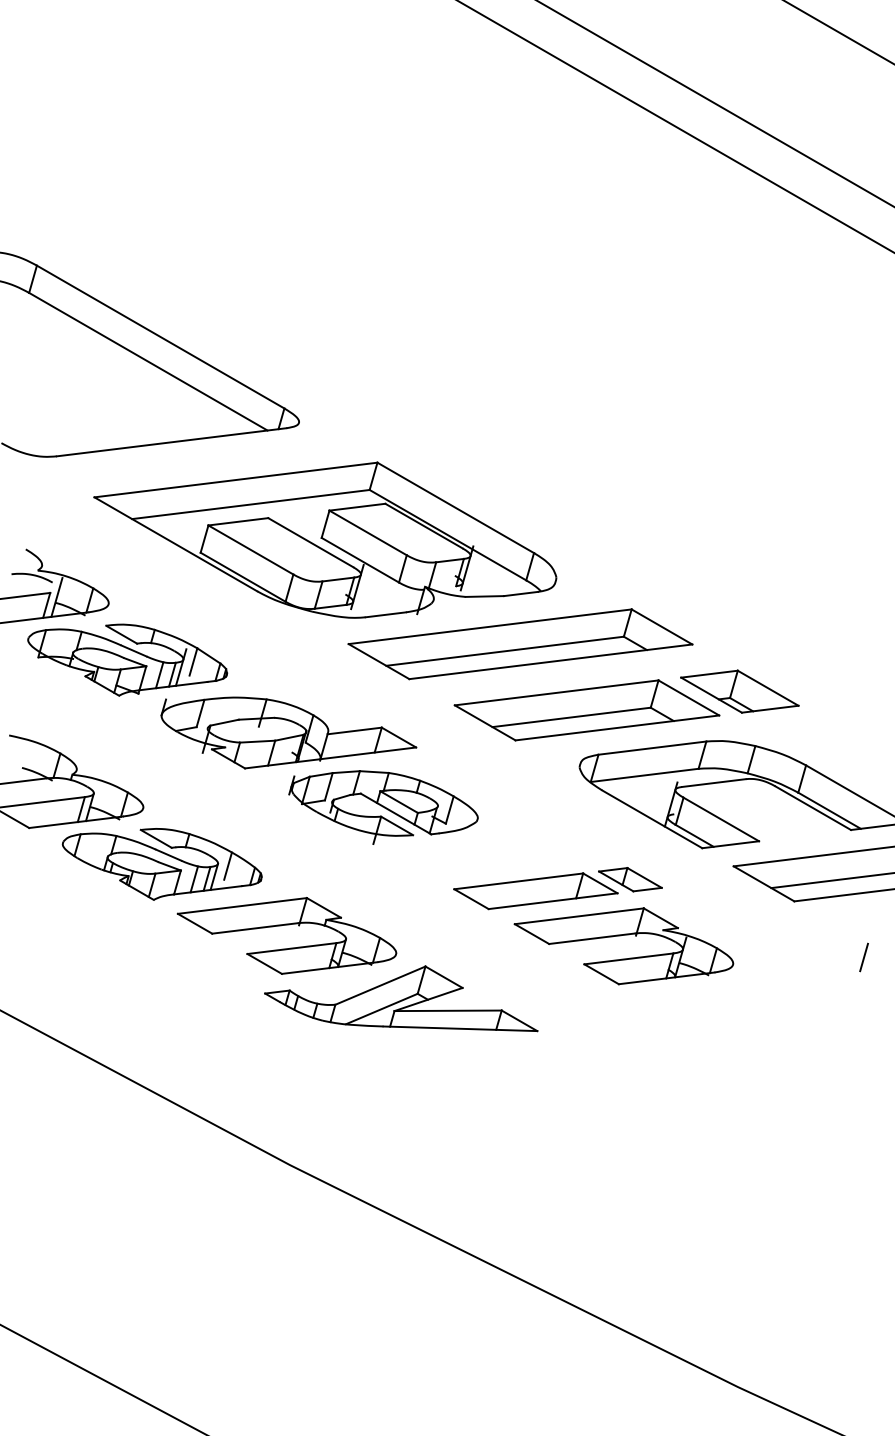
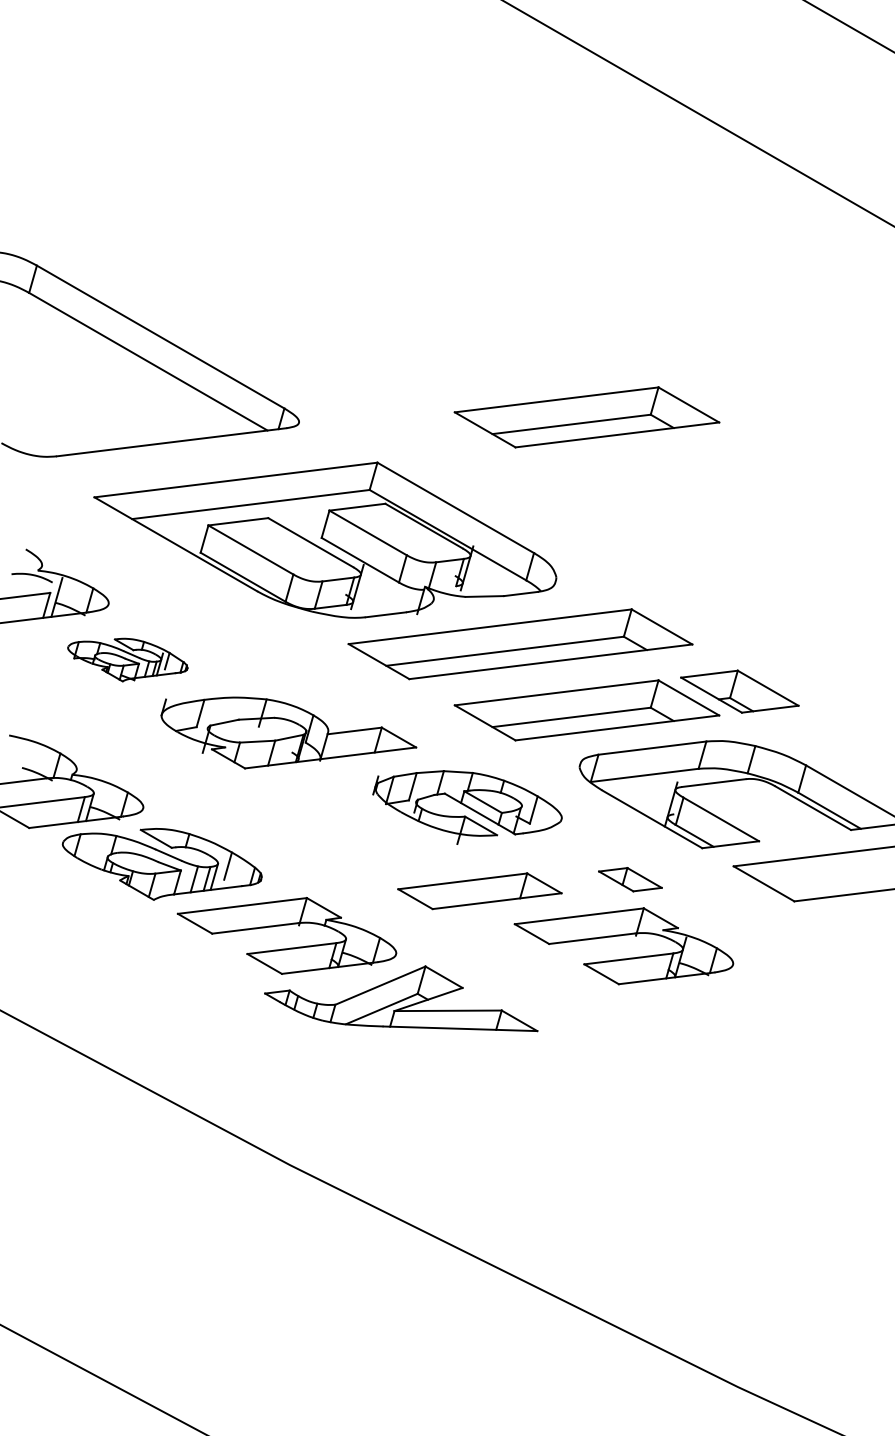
line at (838, 32) position: (838, 32) -> (849, 26)
line at (715, 103) position: (715, 103) -> (698, 113)
line at (675, 126): present -> none
part at (586, 417): none -> present
part at (127, 659) size: 202x74 px -> 122x46 px
part at (383, 807) position: (383, 807) -> (467, 807)
line at (831, 880): present -> none
part at (535, 891) position: (535, 891) -> (479, 891)
line at (863, 957): present -> none
